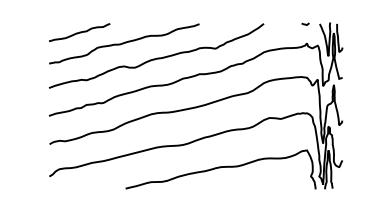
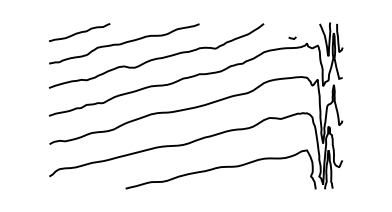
line at (305, 23) position: (305, 23) -> (292, 37)
